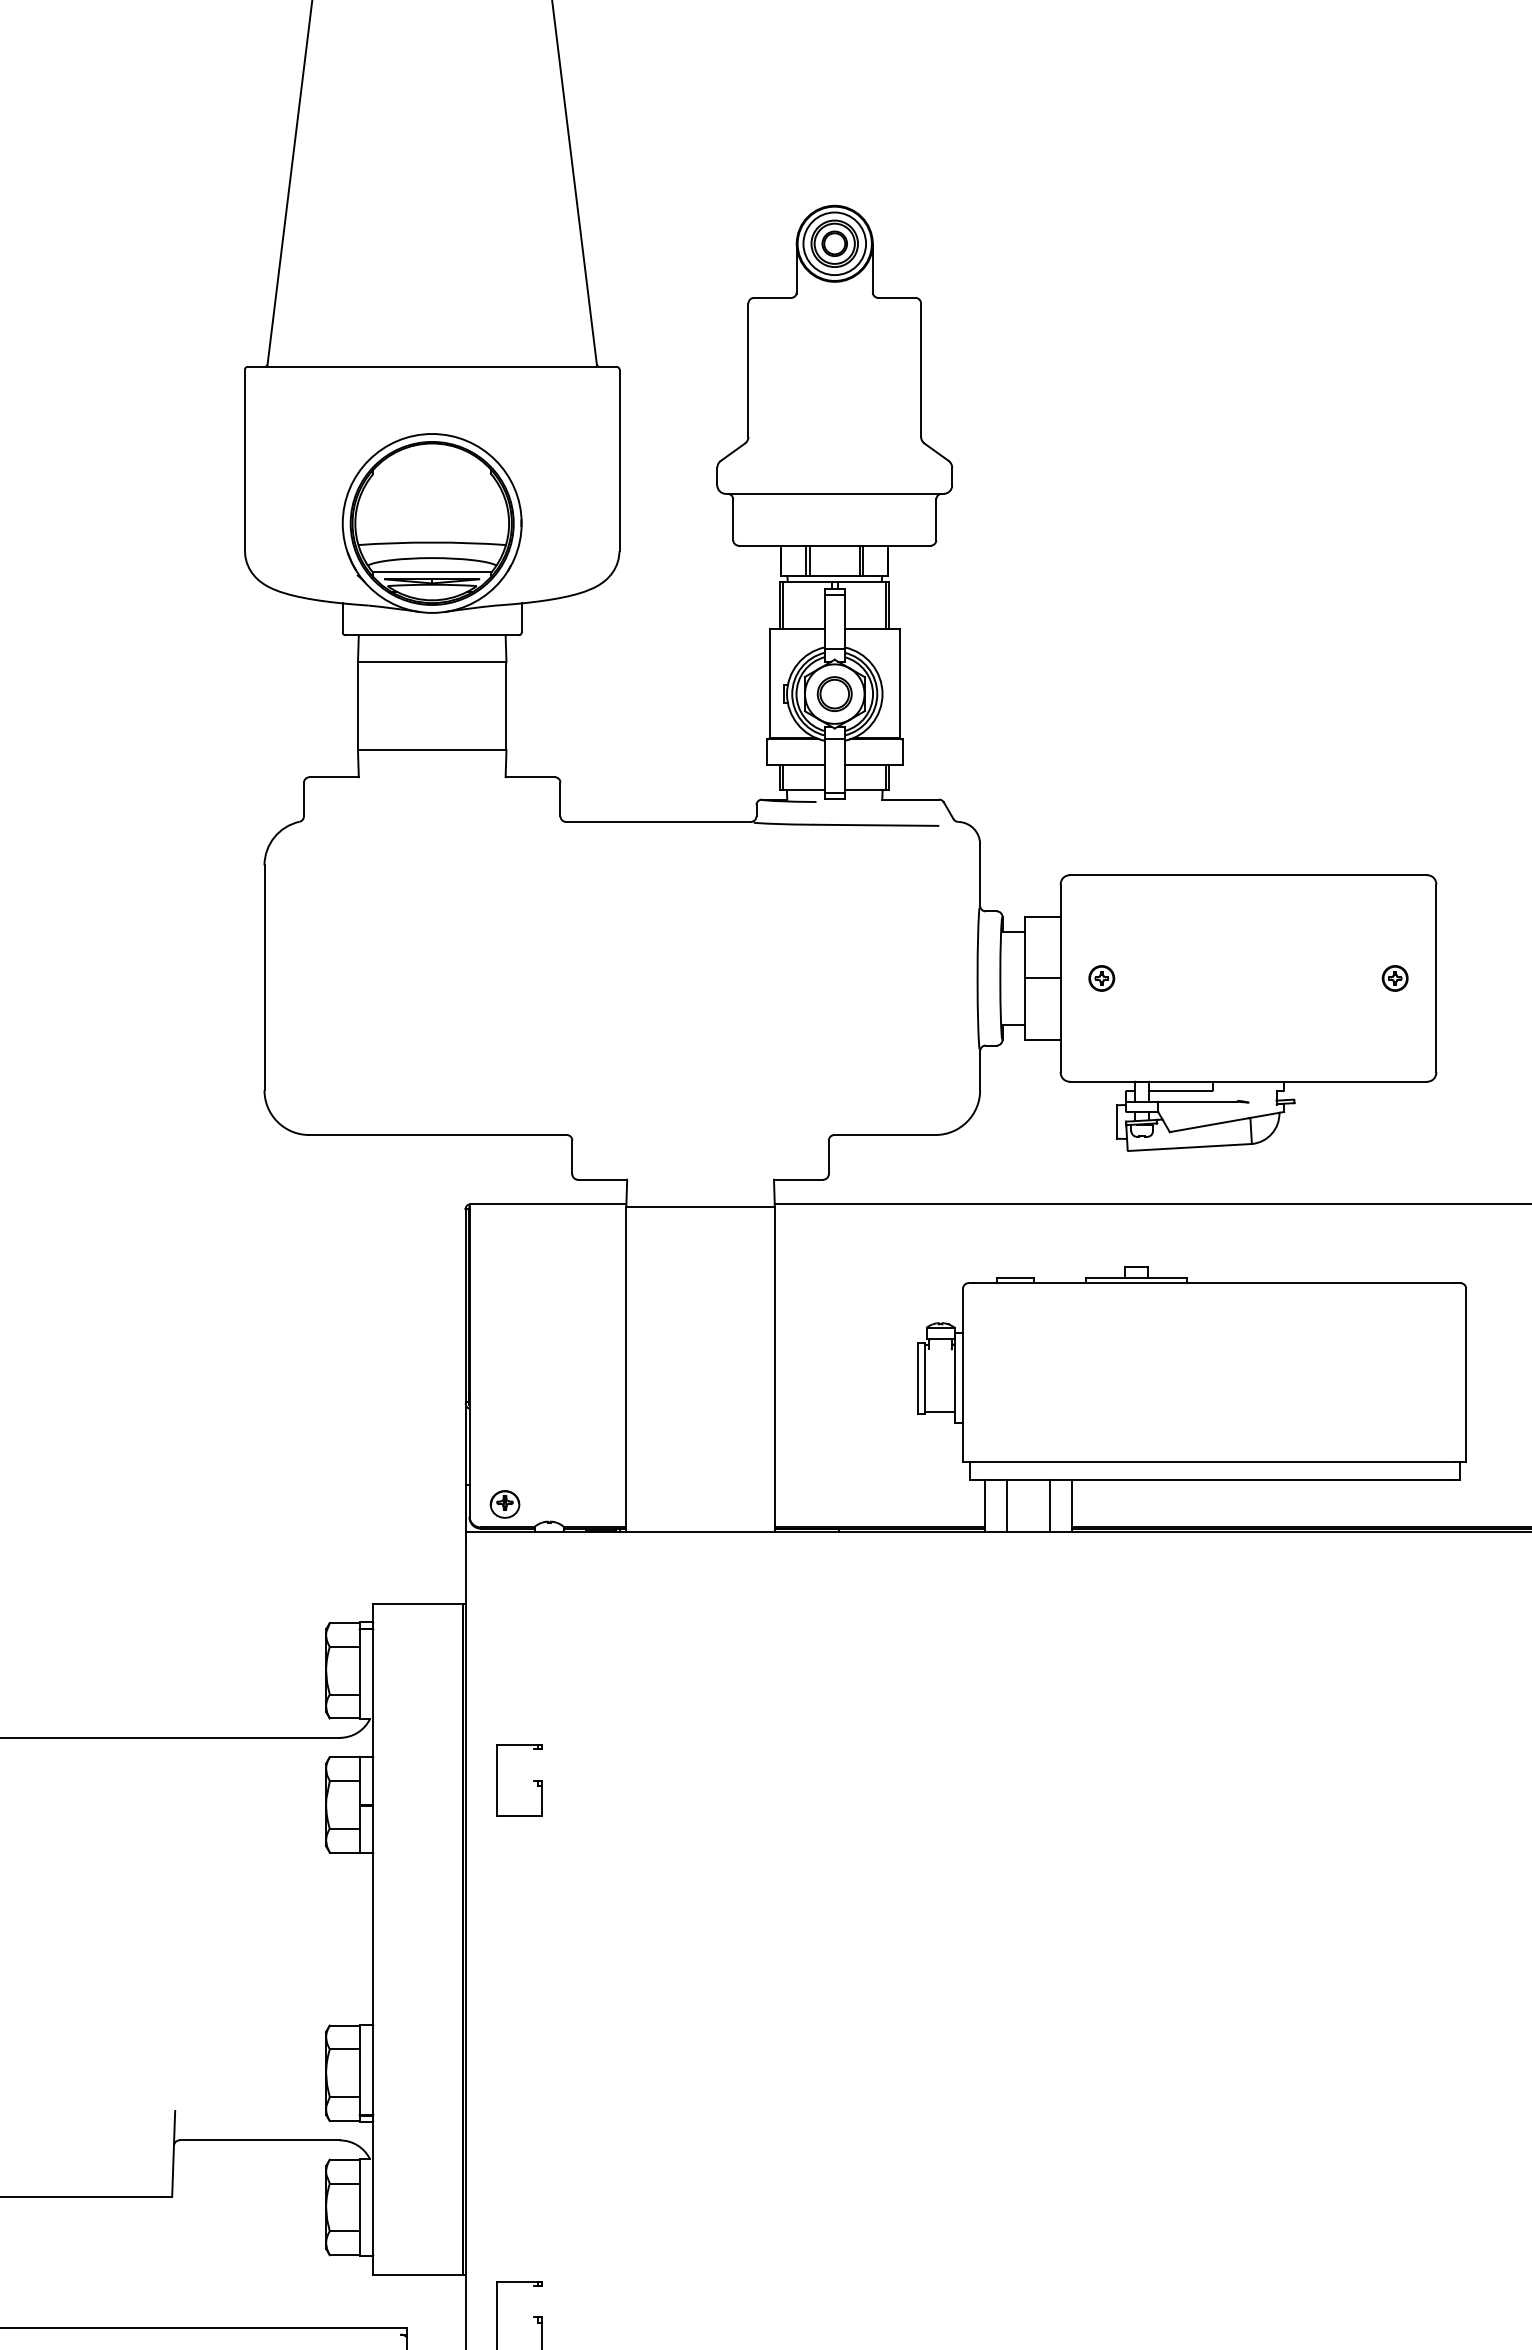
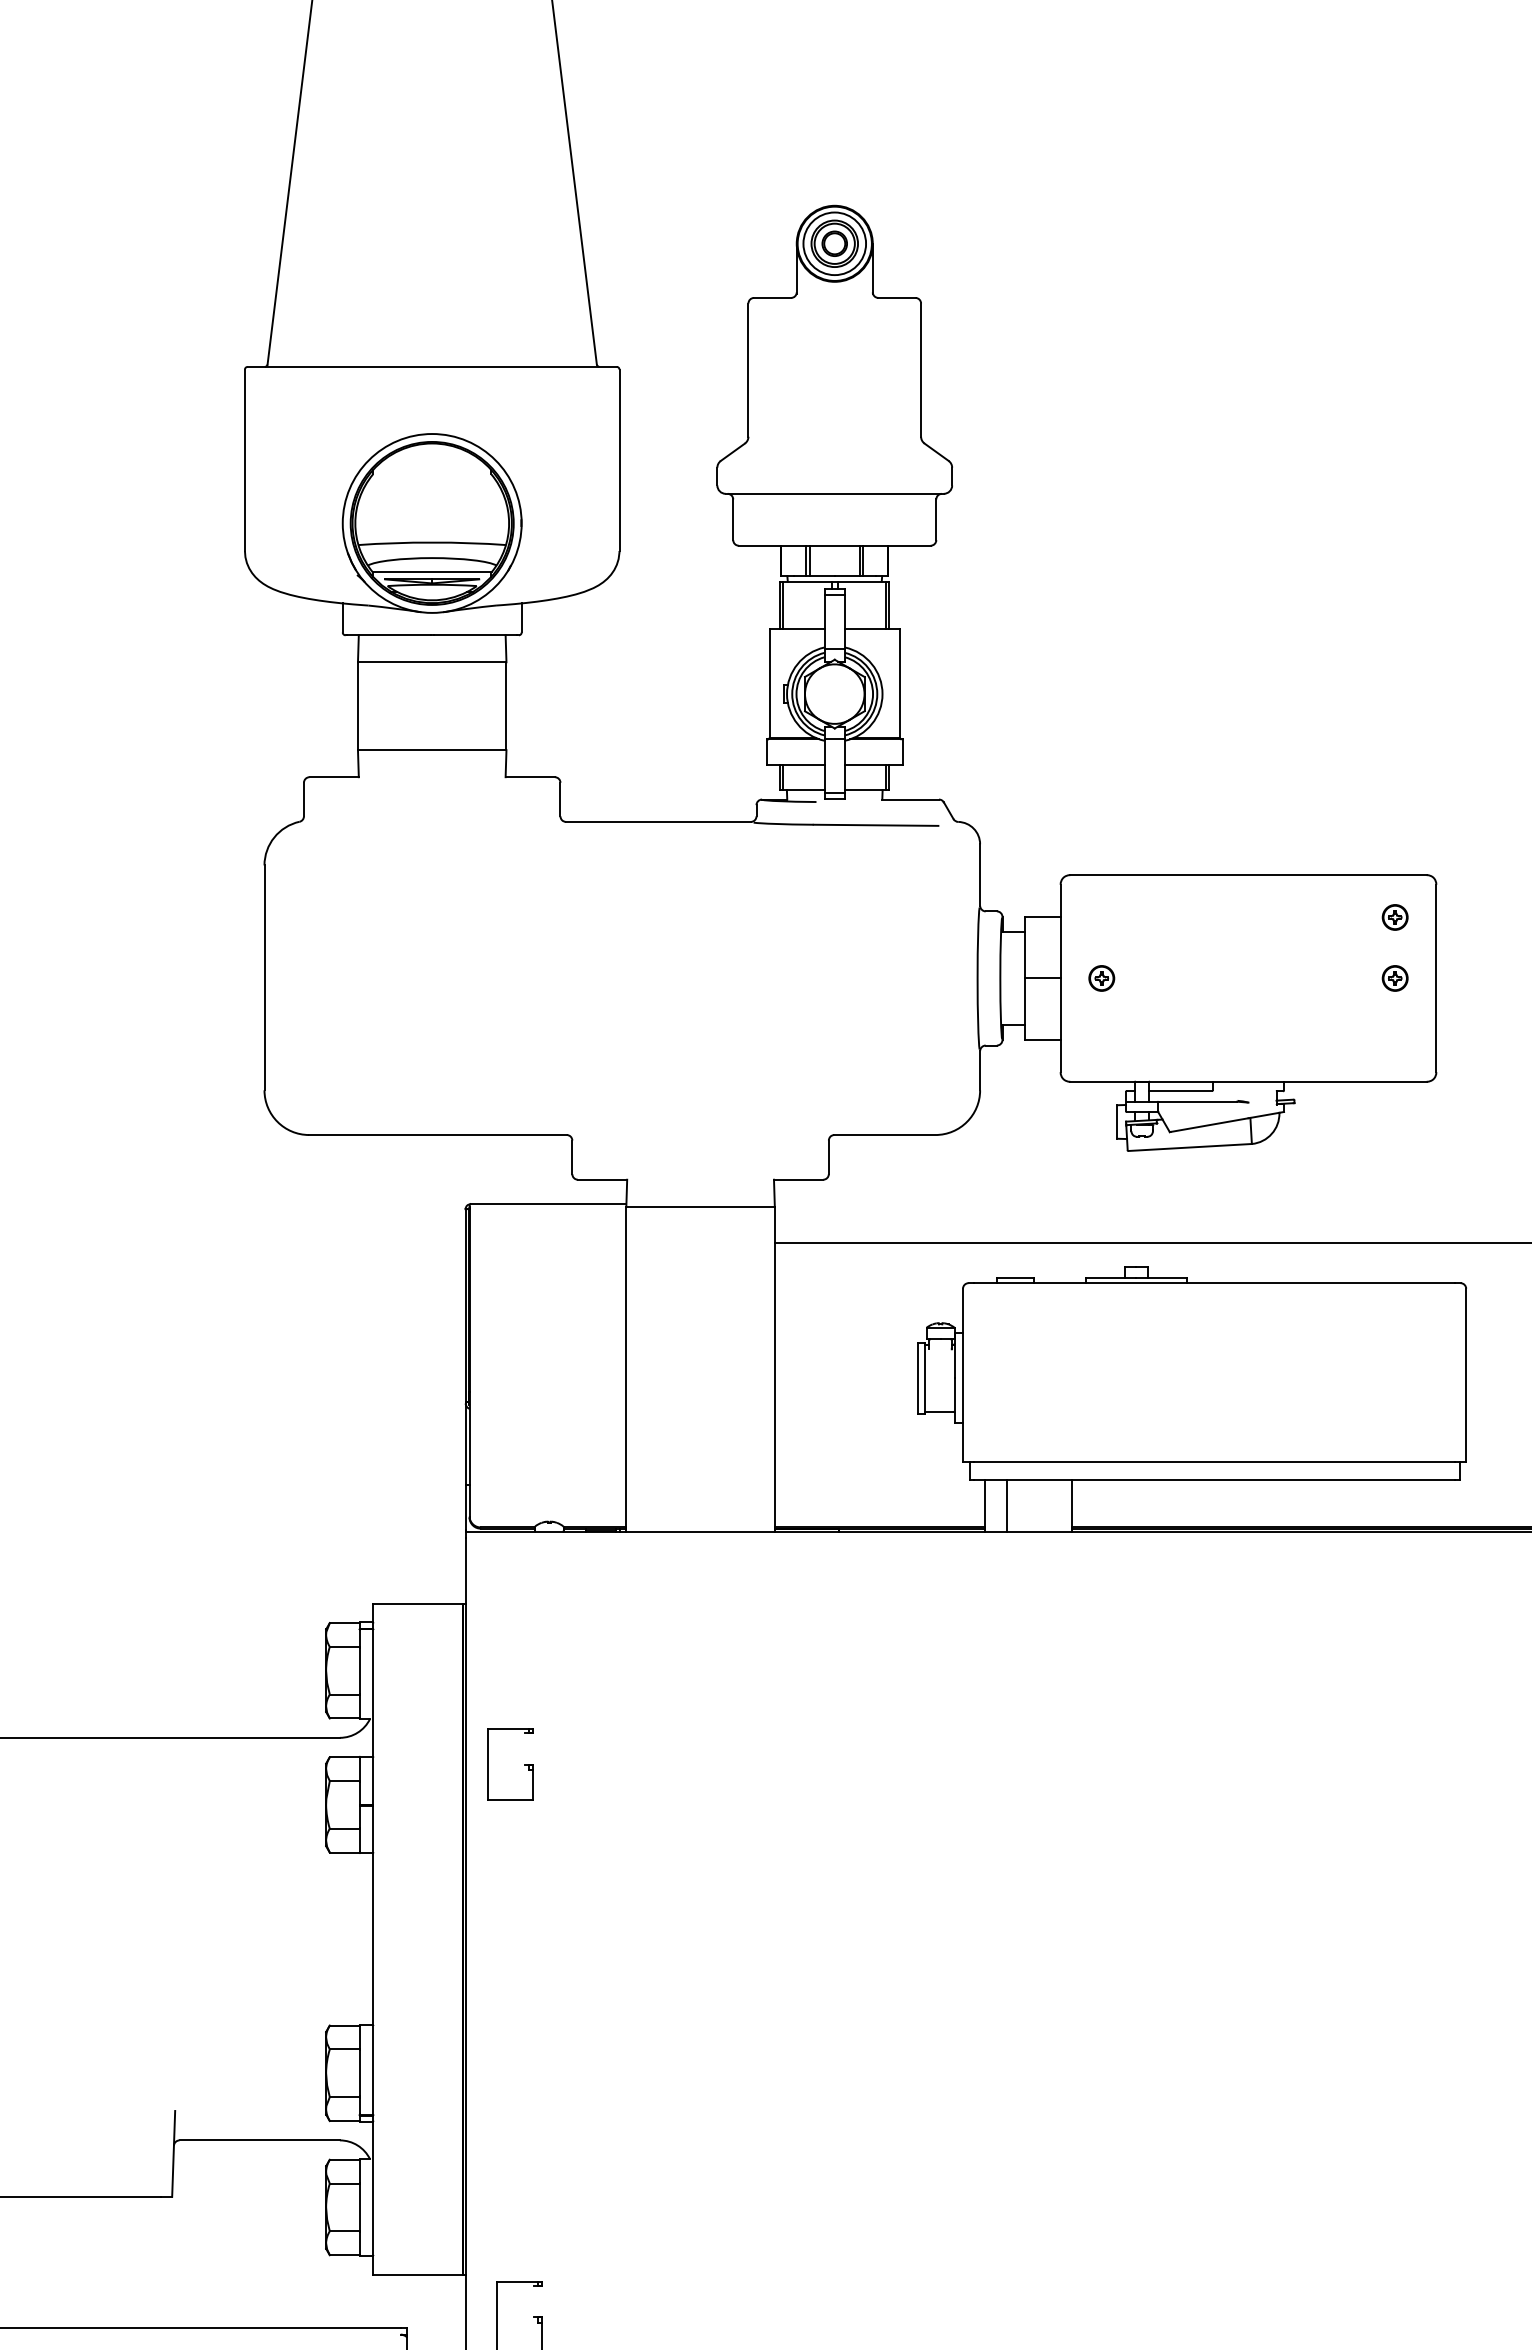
part at (834, 693): present -> none
part at (1394, 917): none -> present
line at (1151, 1203) position: (1151, 1203) -> (1151, 1242)
part at (504, 1504): present -> none
line at (1050, 1505): present -> none
part at (533, 1780) position: (533, 1780) -> (524, 1764)
